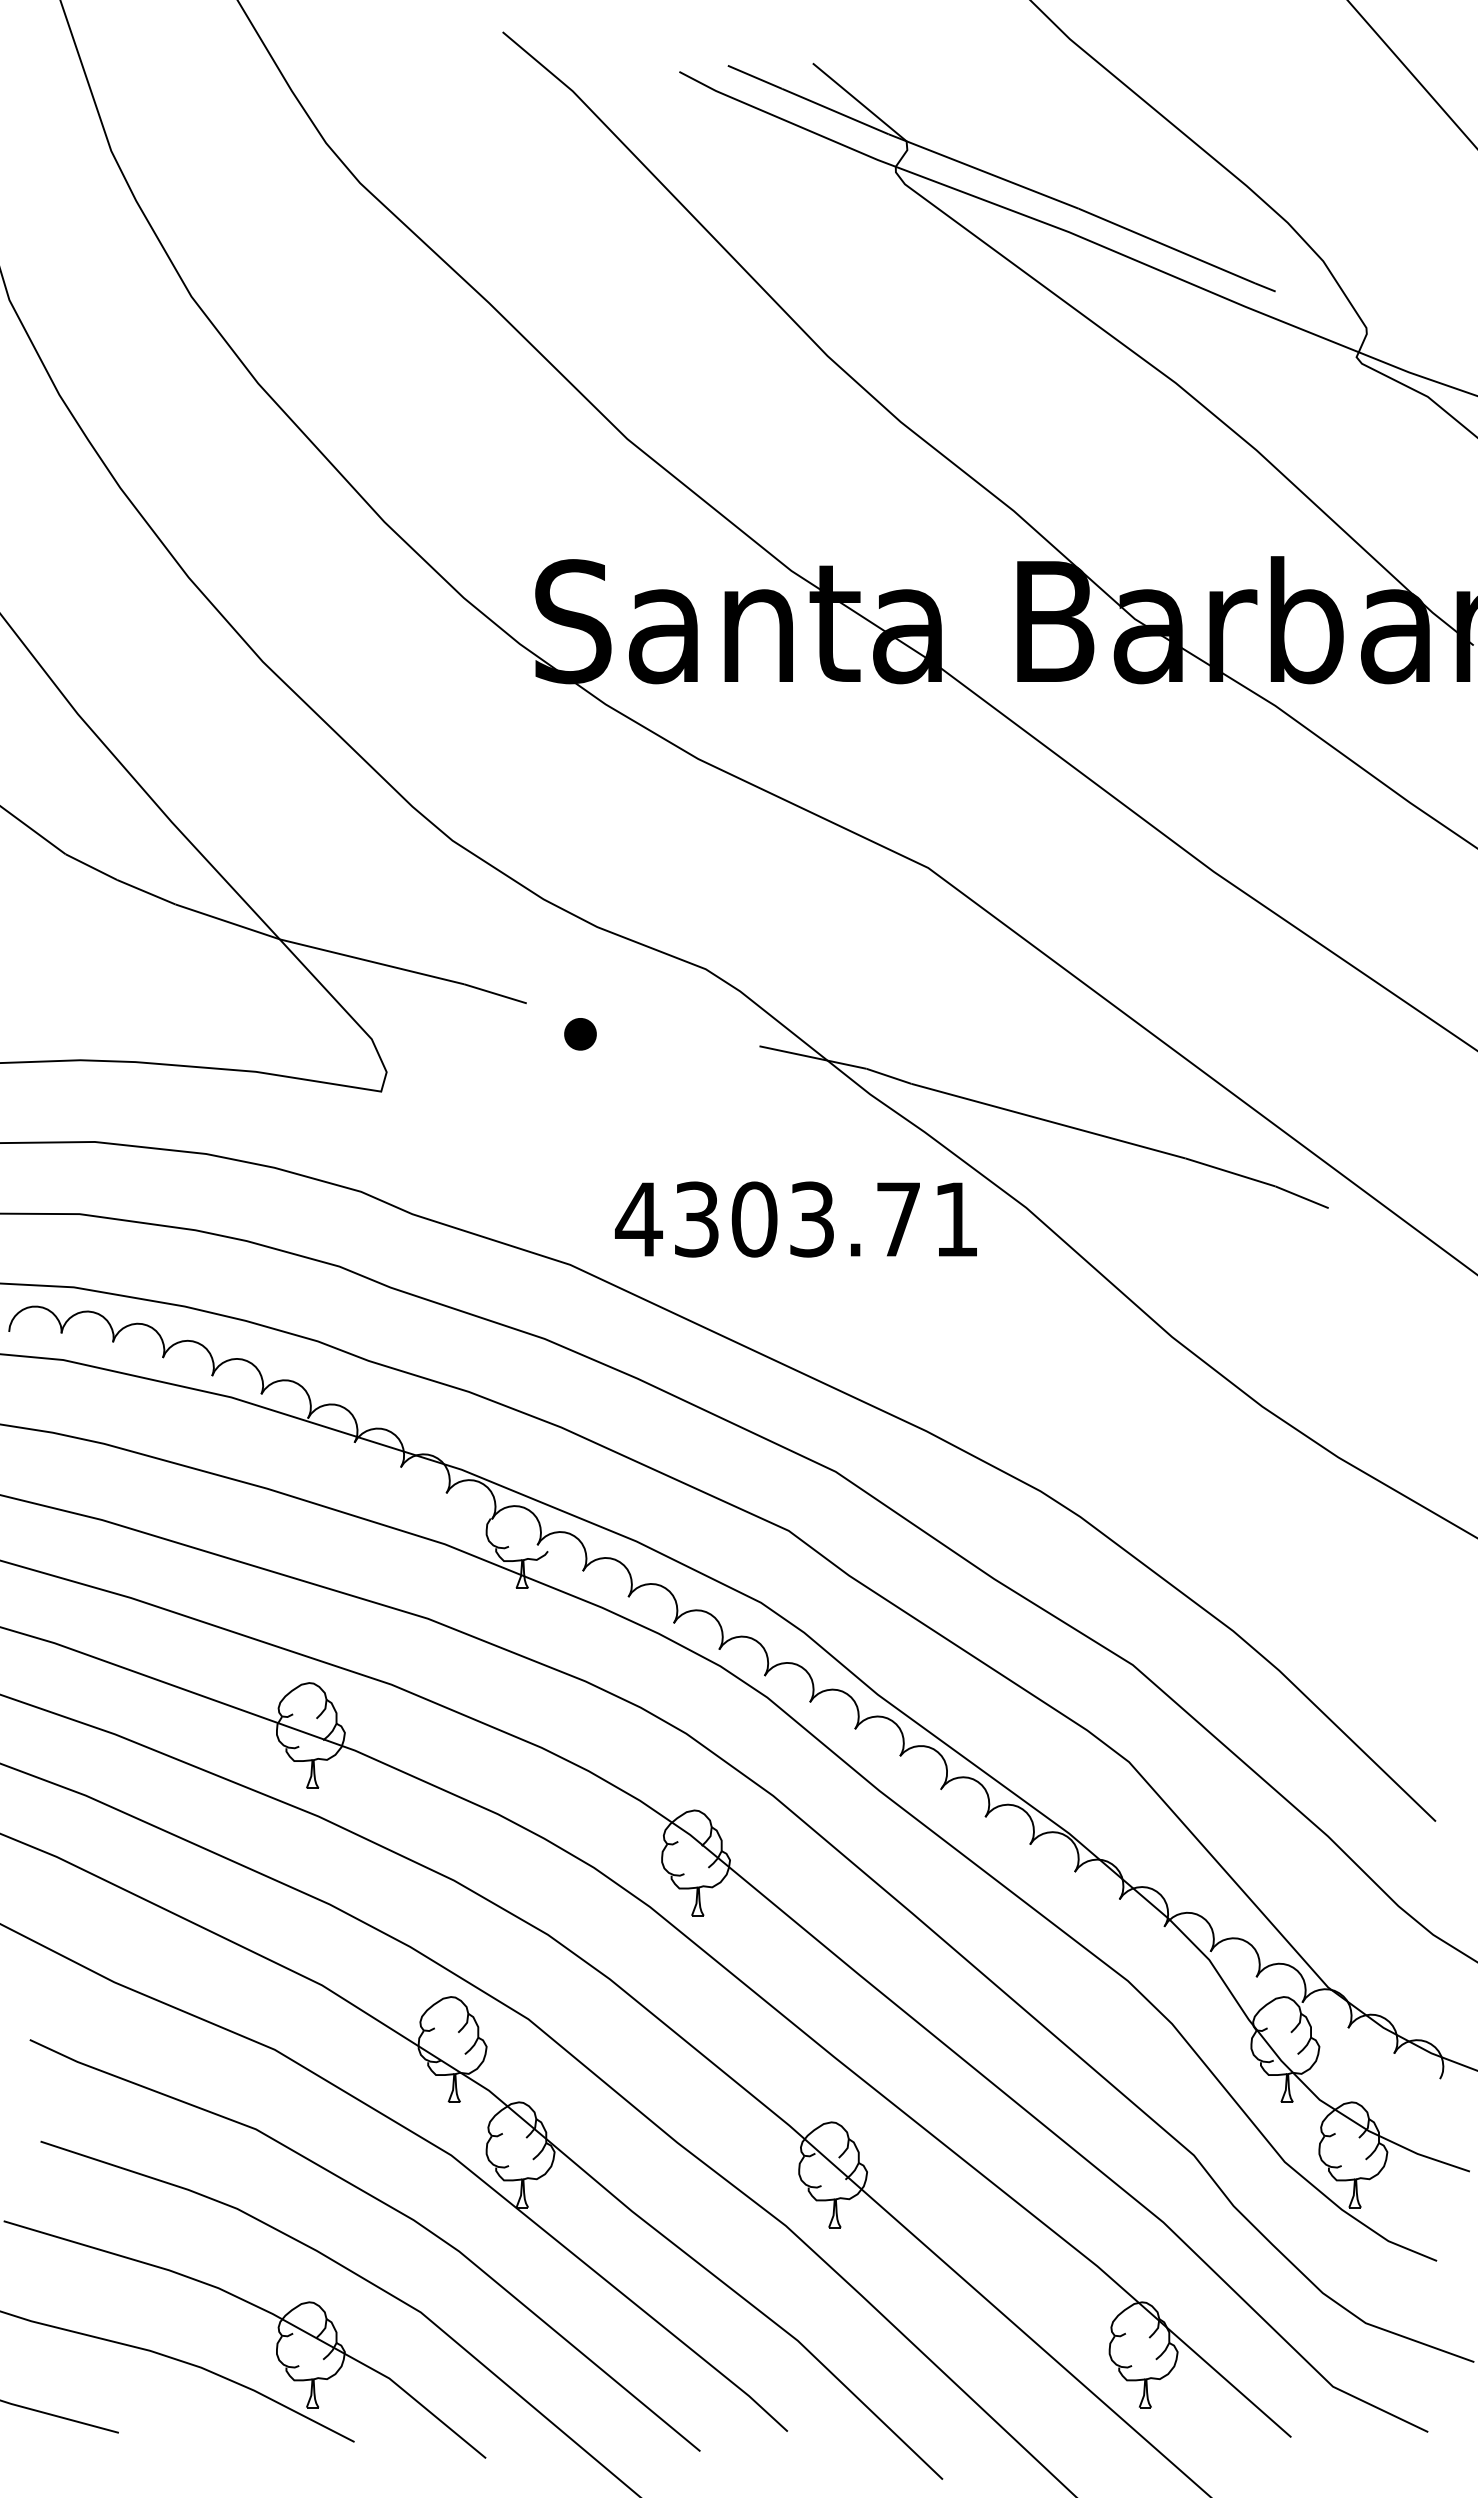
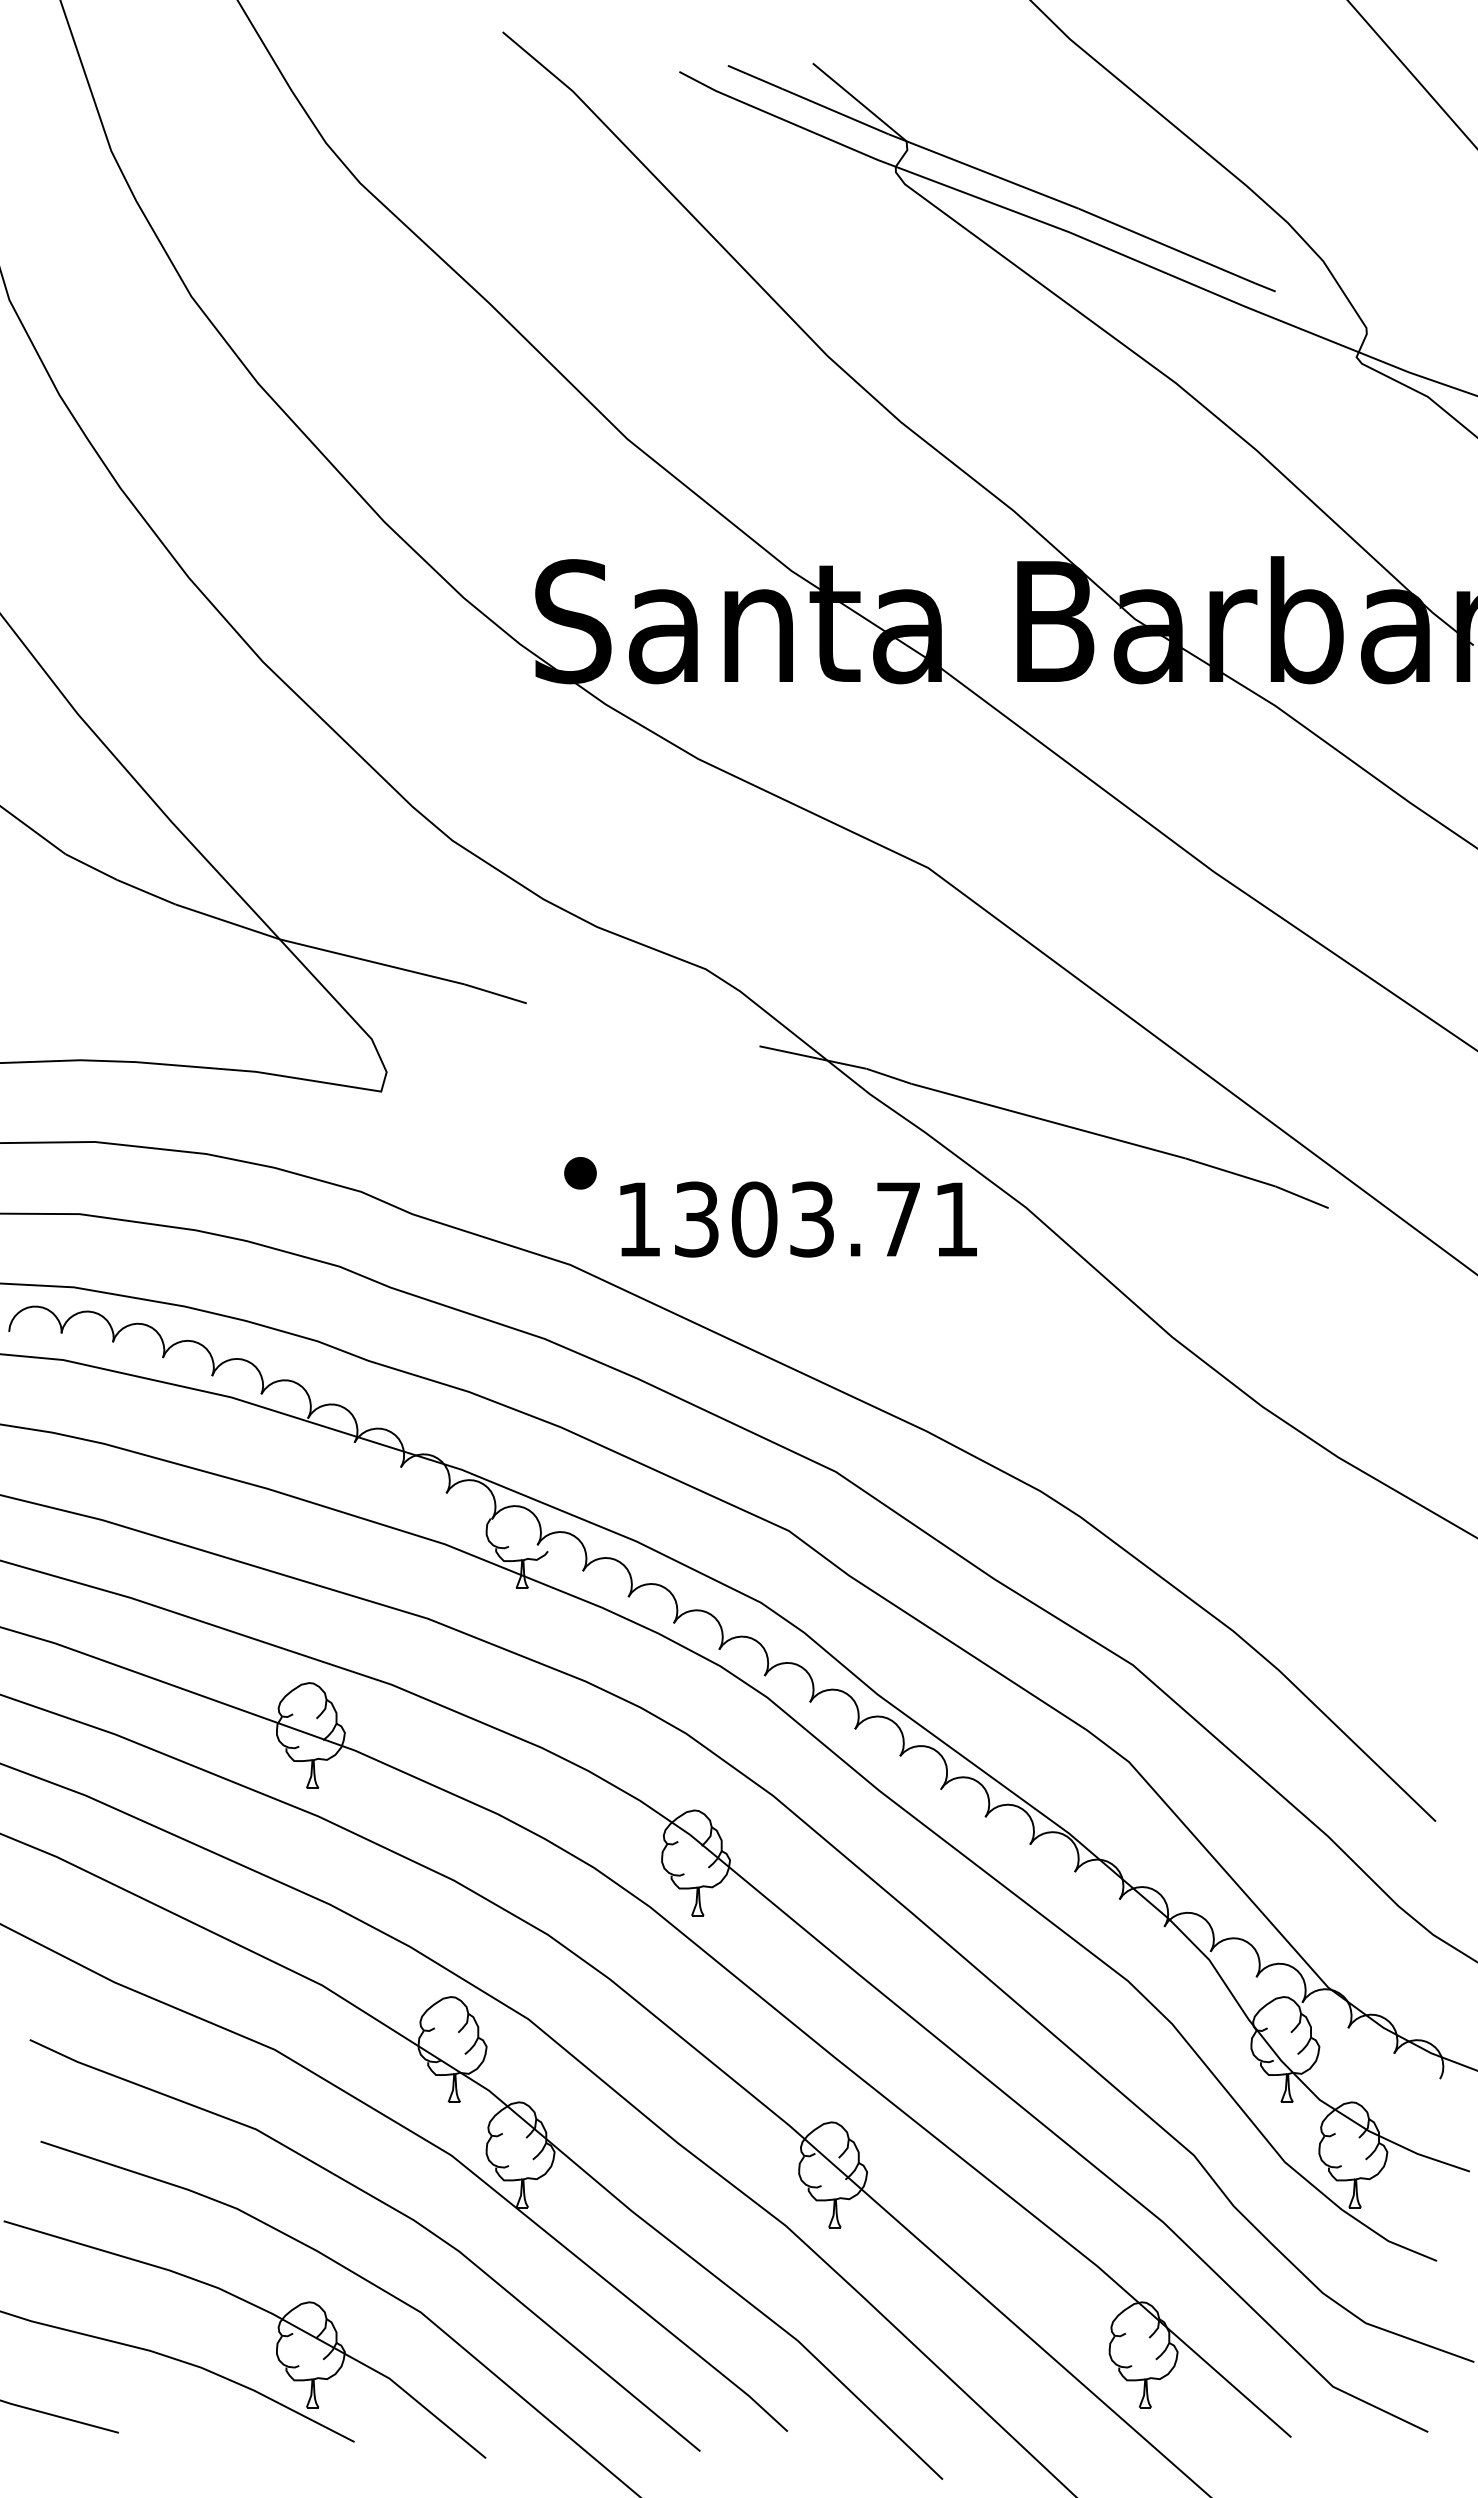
part at (580, 1034) position: (580, 1034) -> (580, 1173)
text at (638, 1219): 4303.71 -> 1303.71
